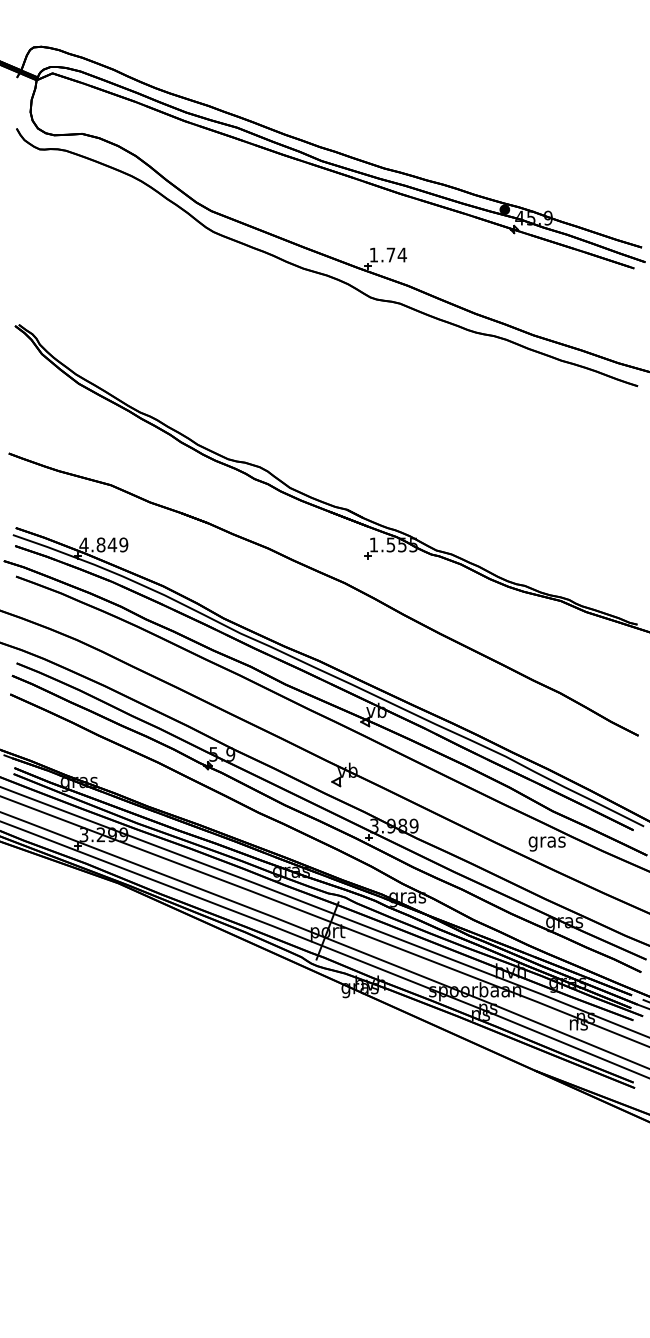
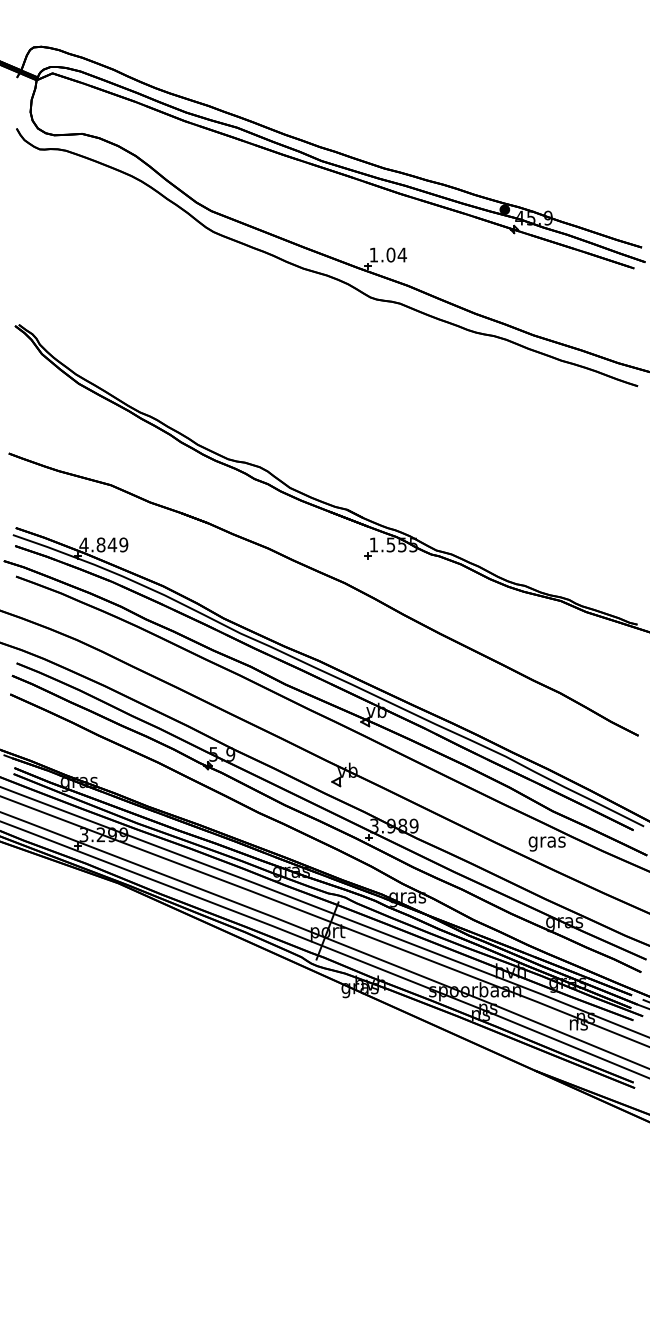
text at (390, 254): 1.74 -> 1.04
